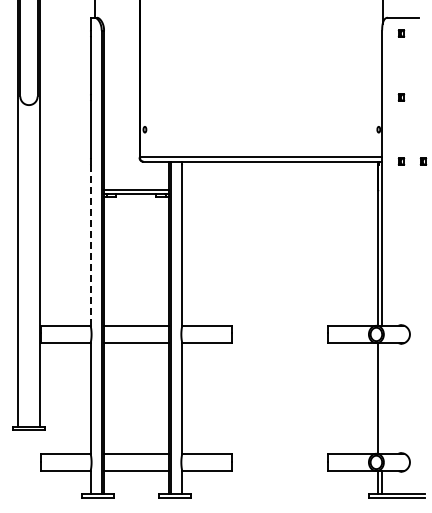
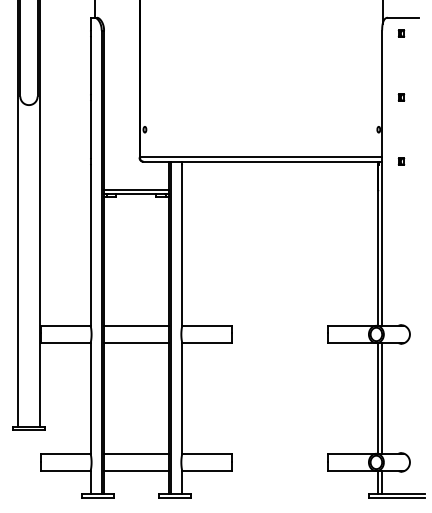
part at (423, 161): present -> none
line at (90, 245): dashed -> solid
line at (382, 398): none -> present
